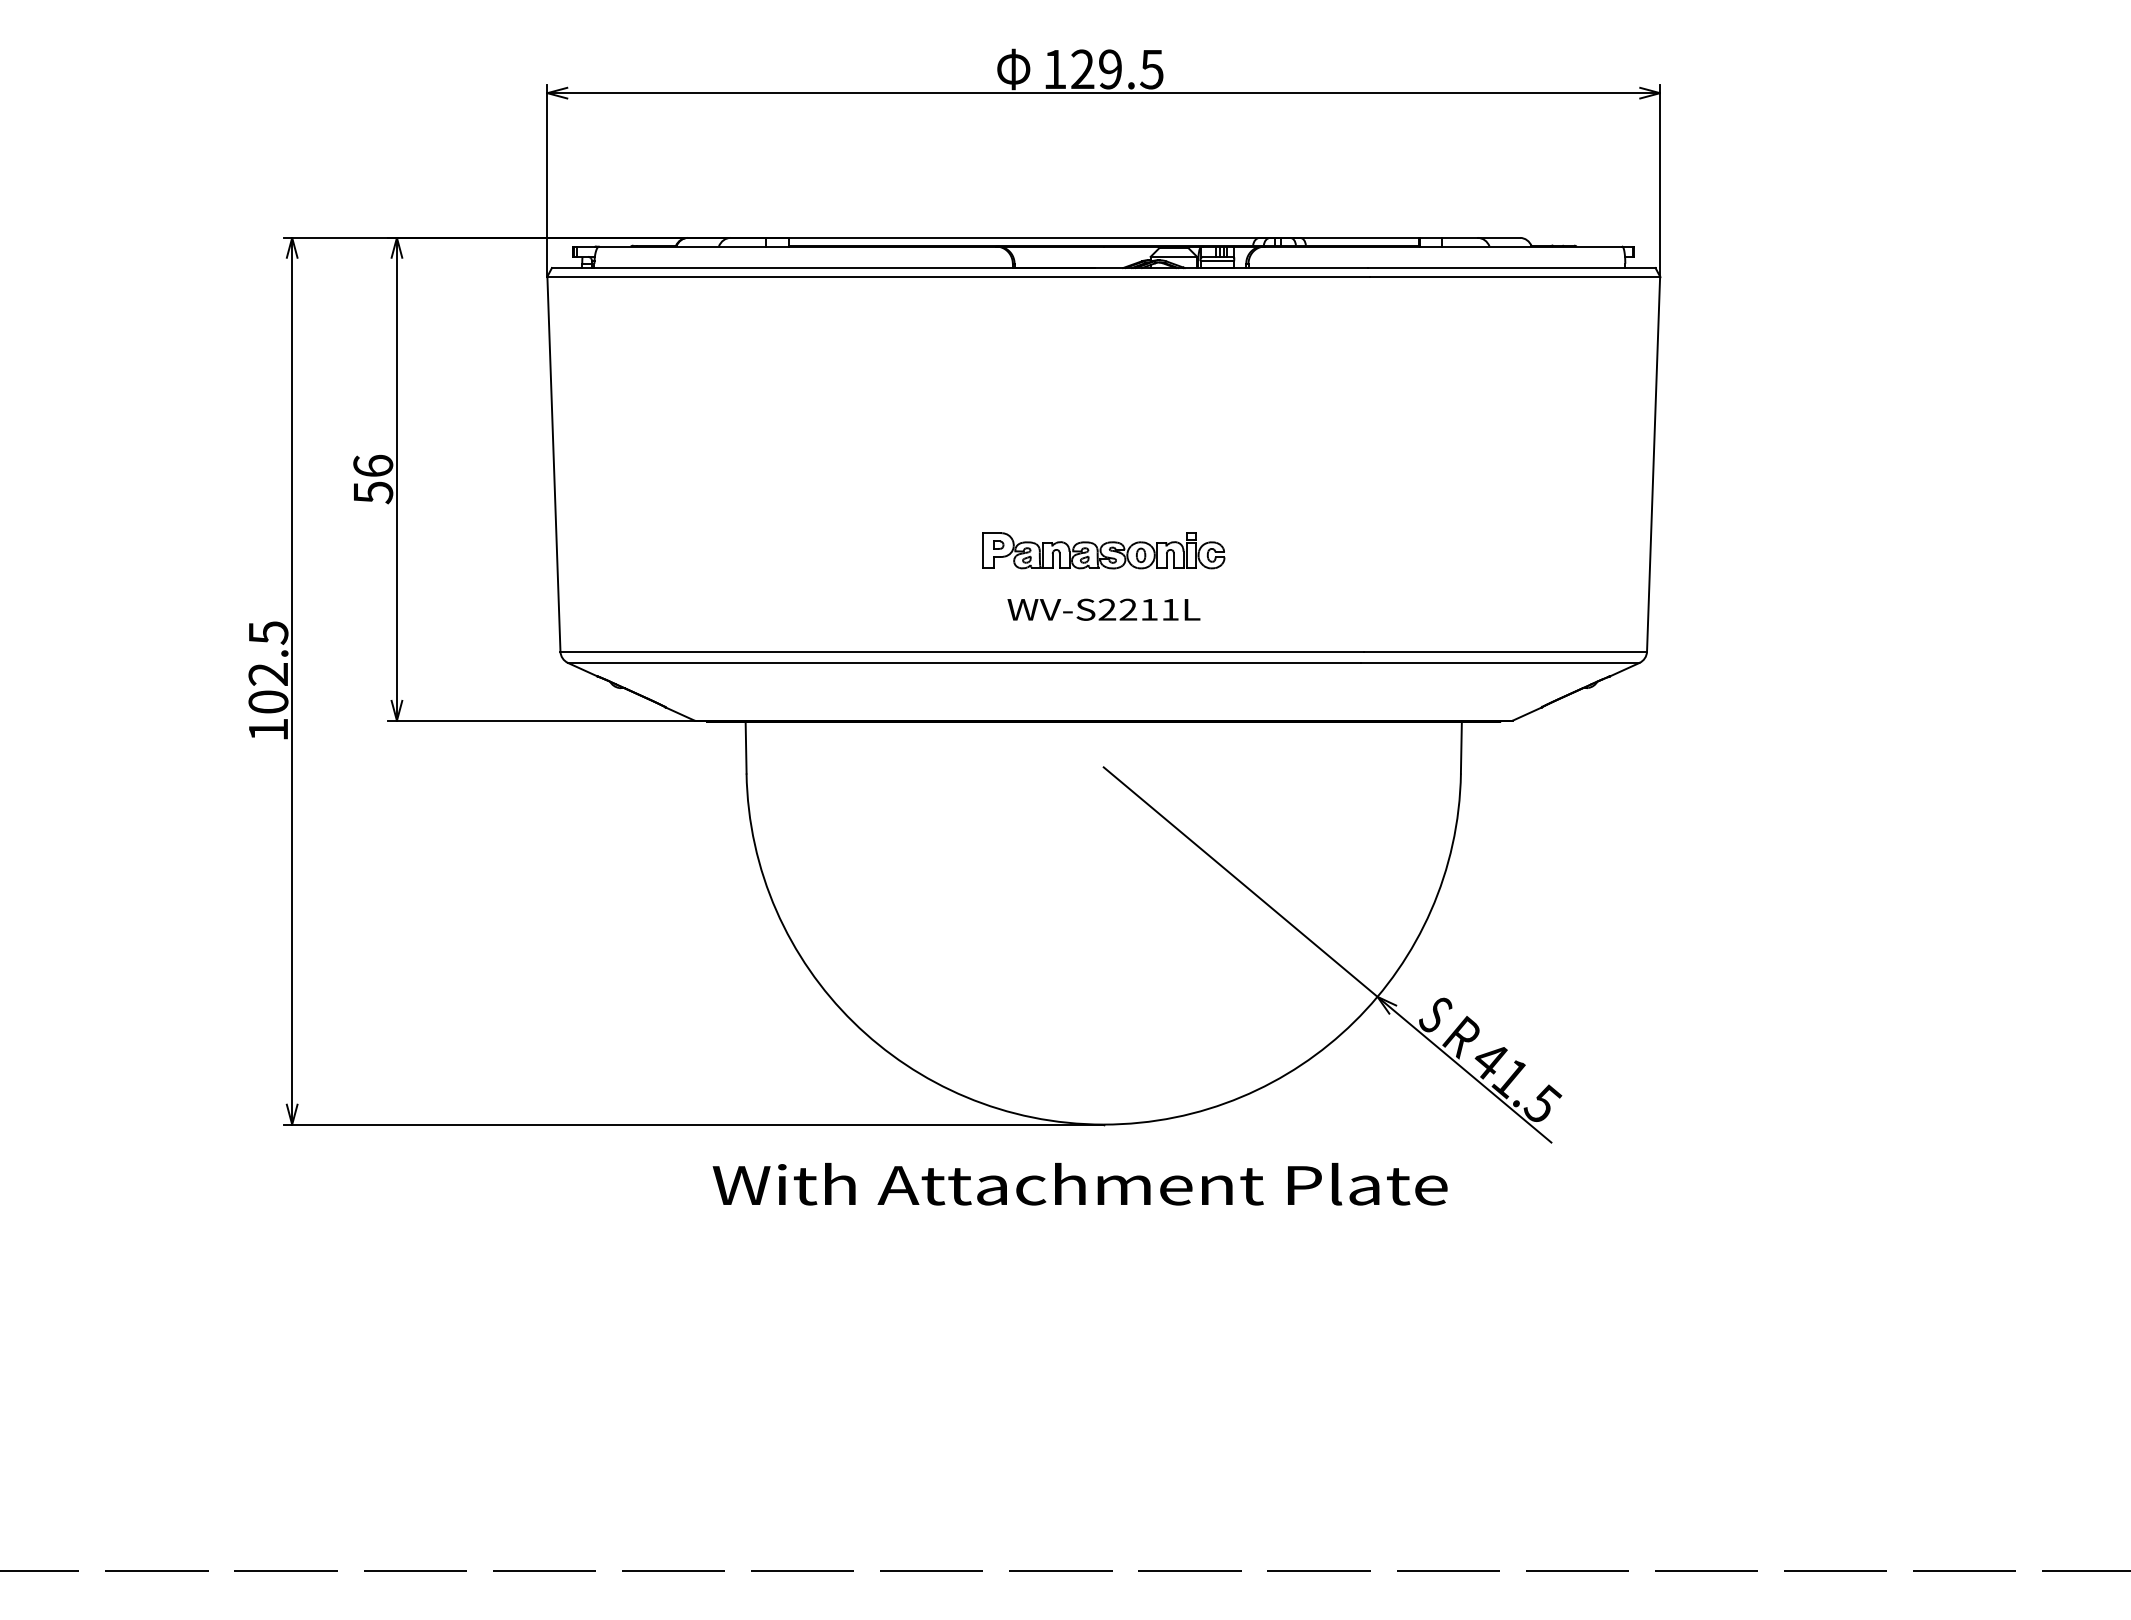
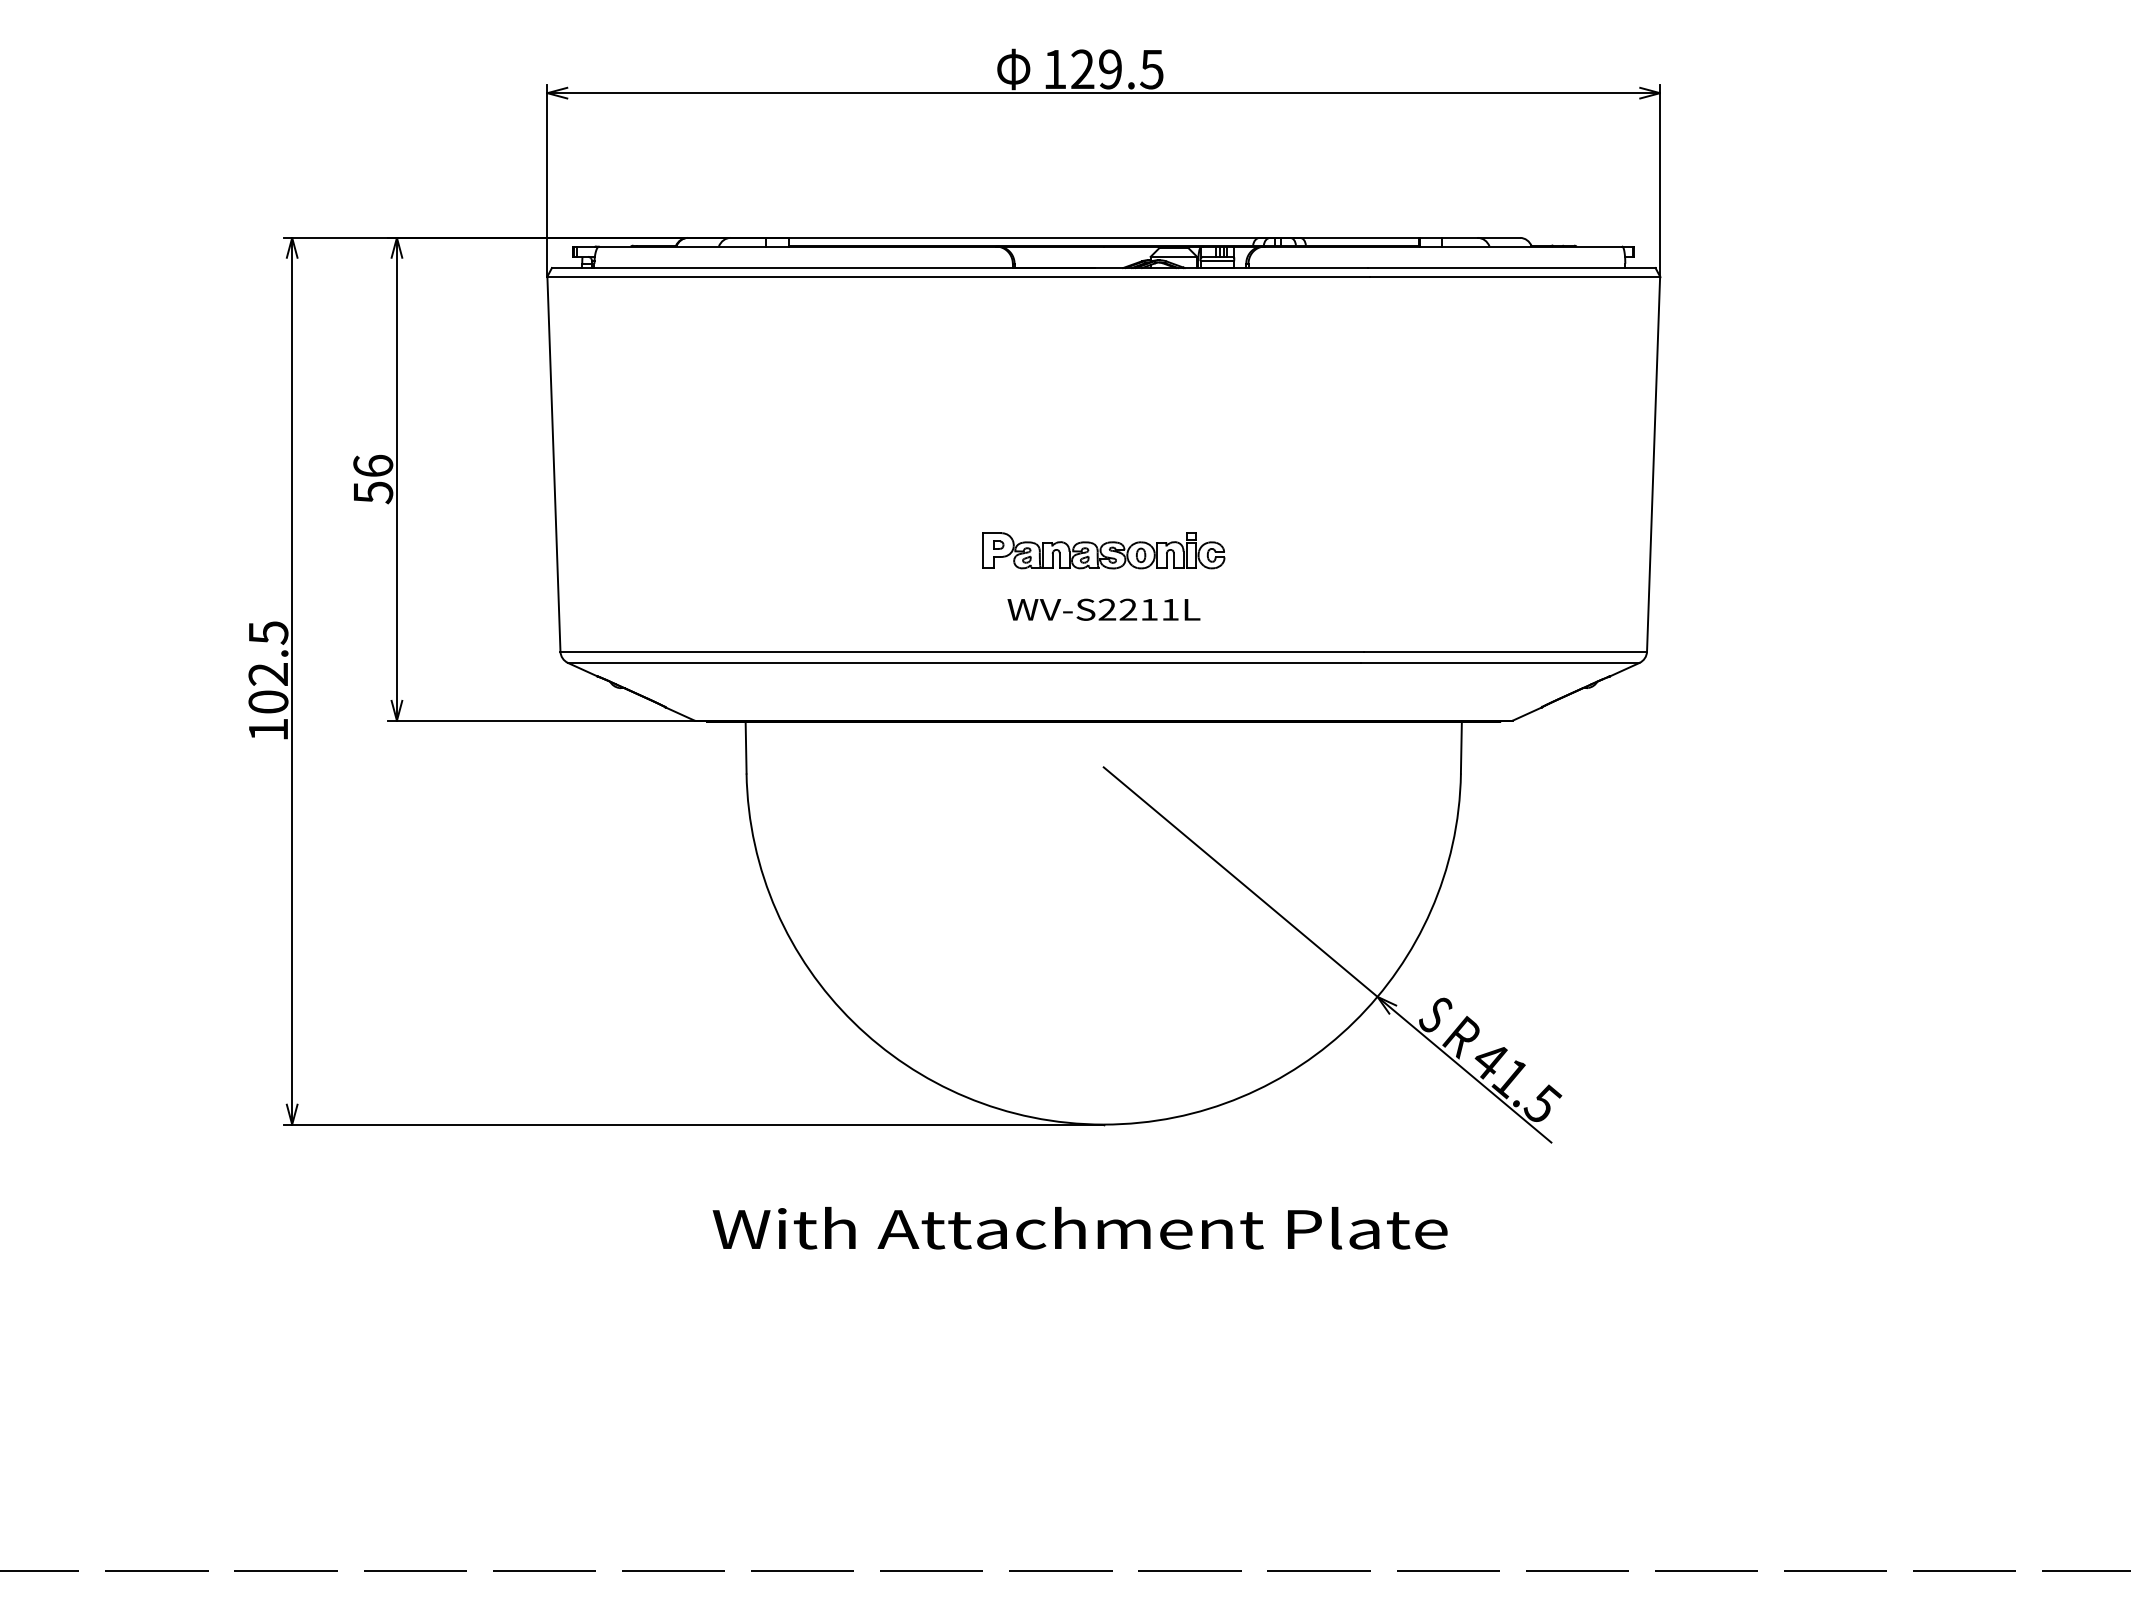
text at (1079, 1184) position: (1079, 1184) -> (1079, 1228)
